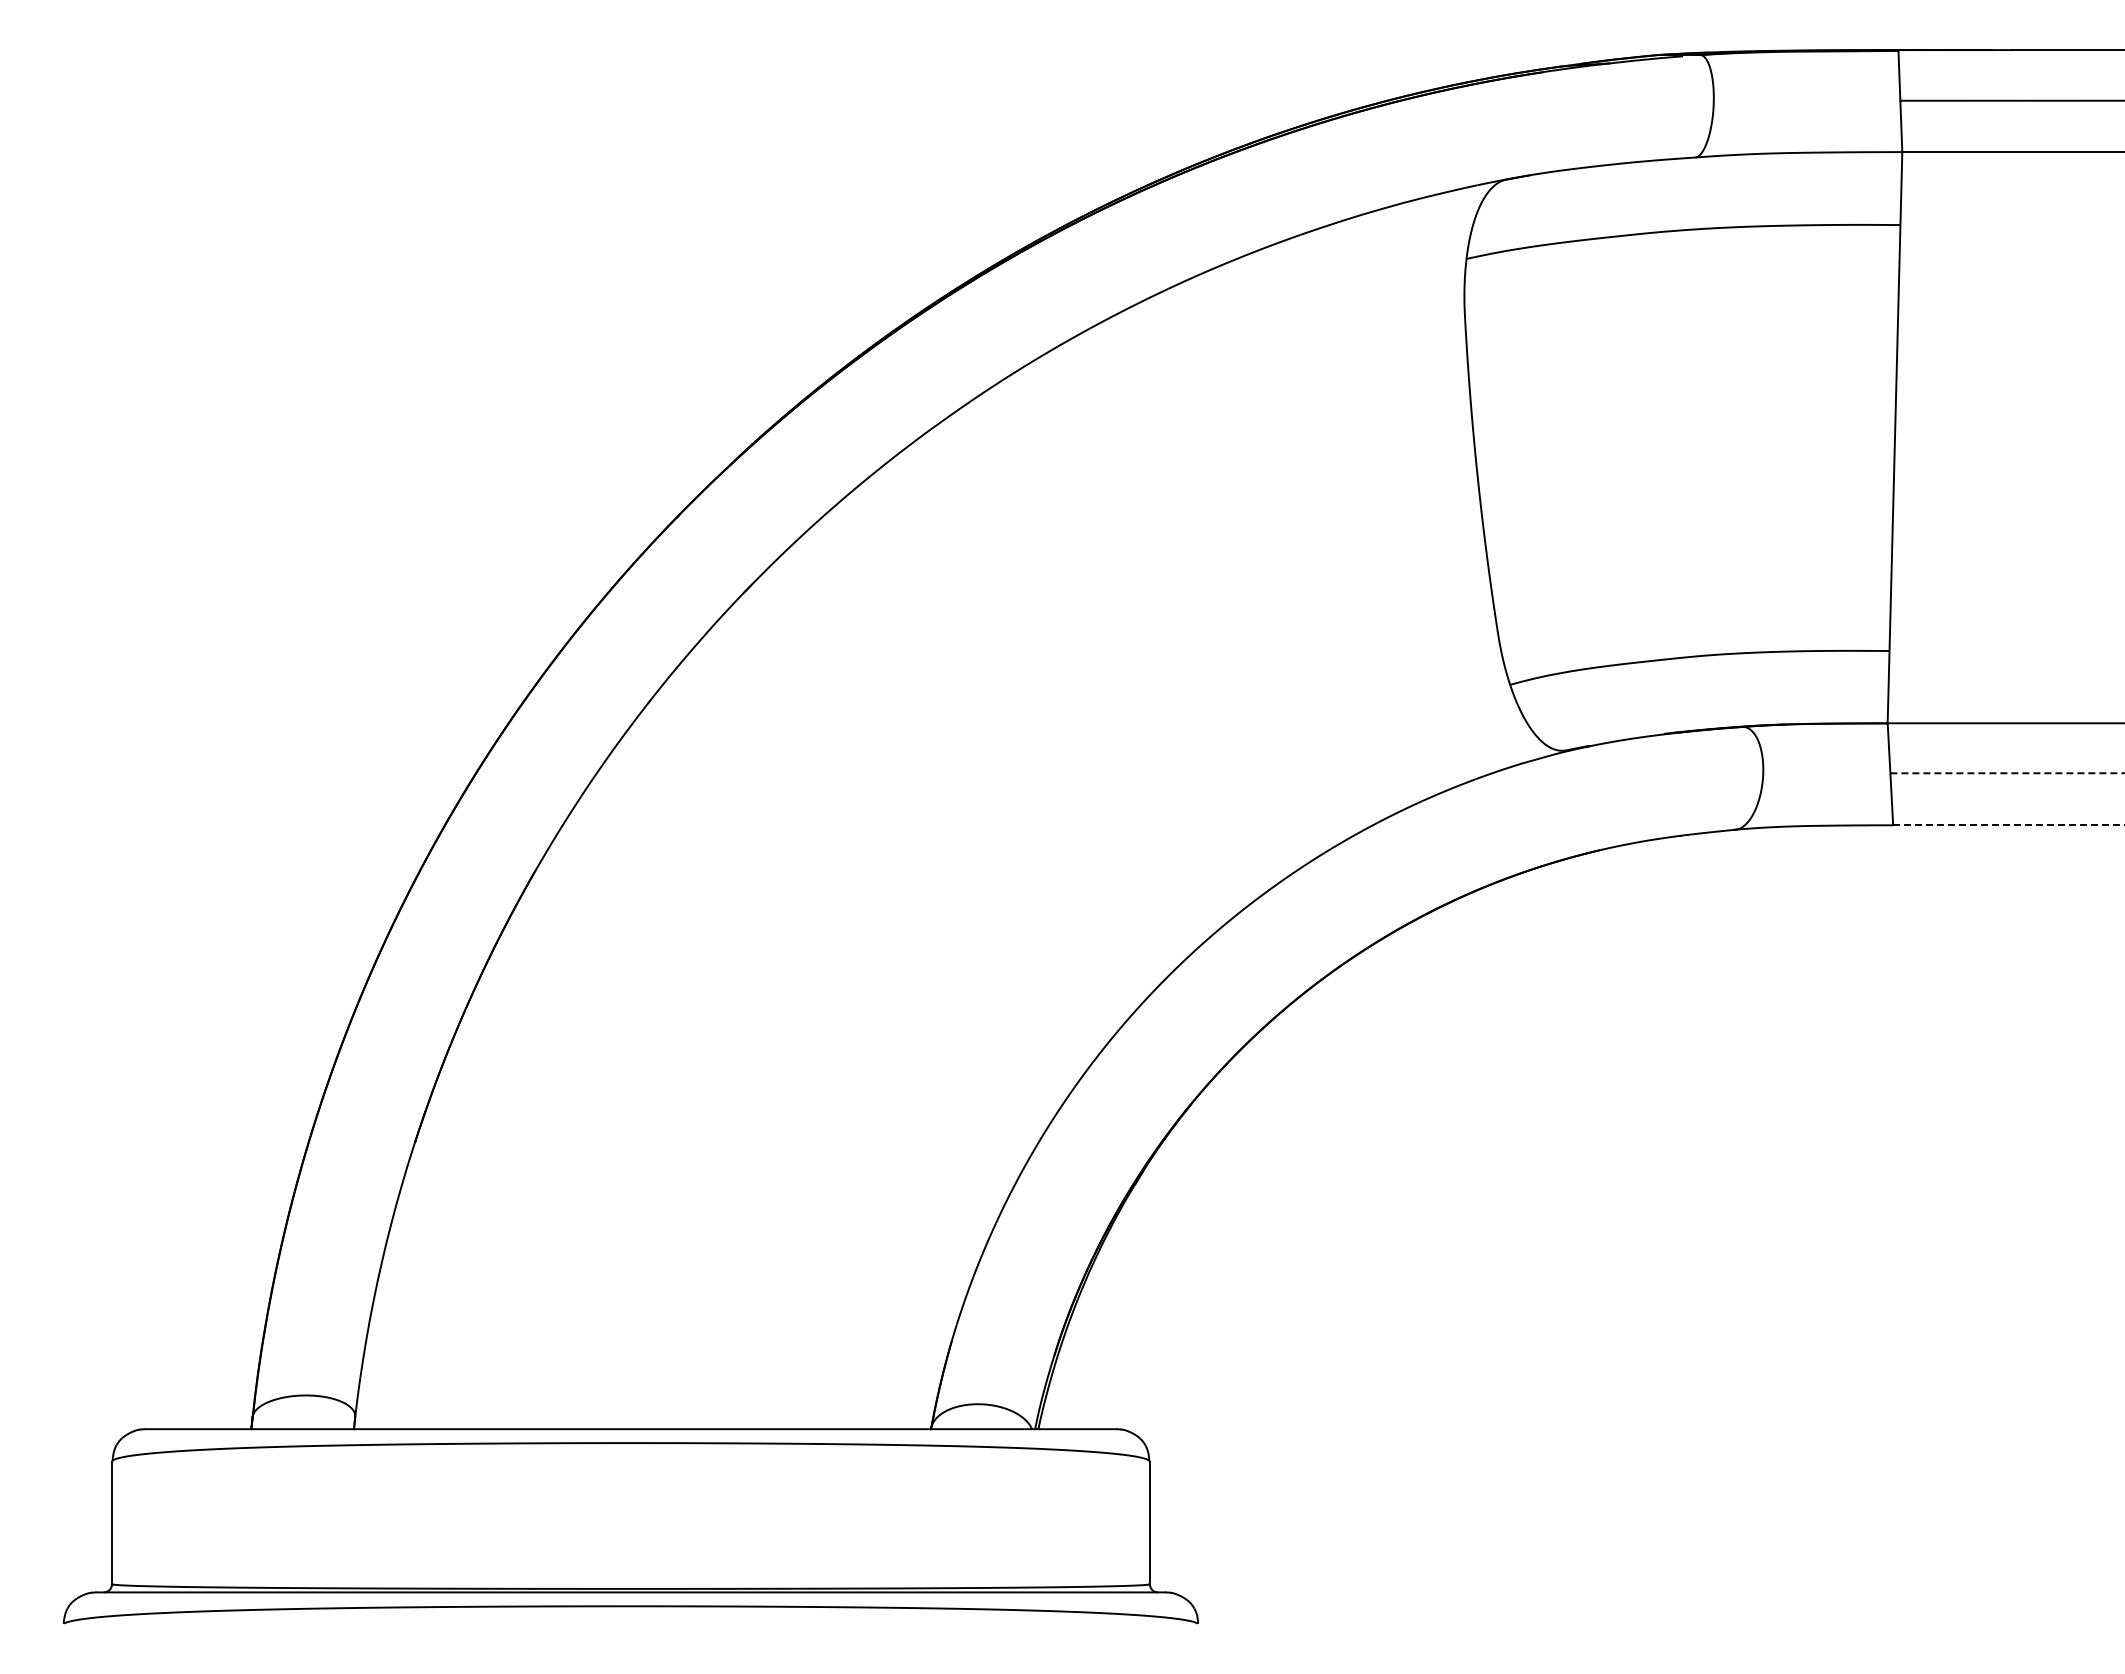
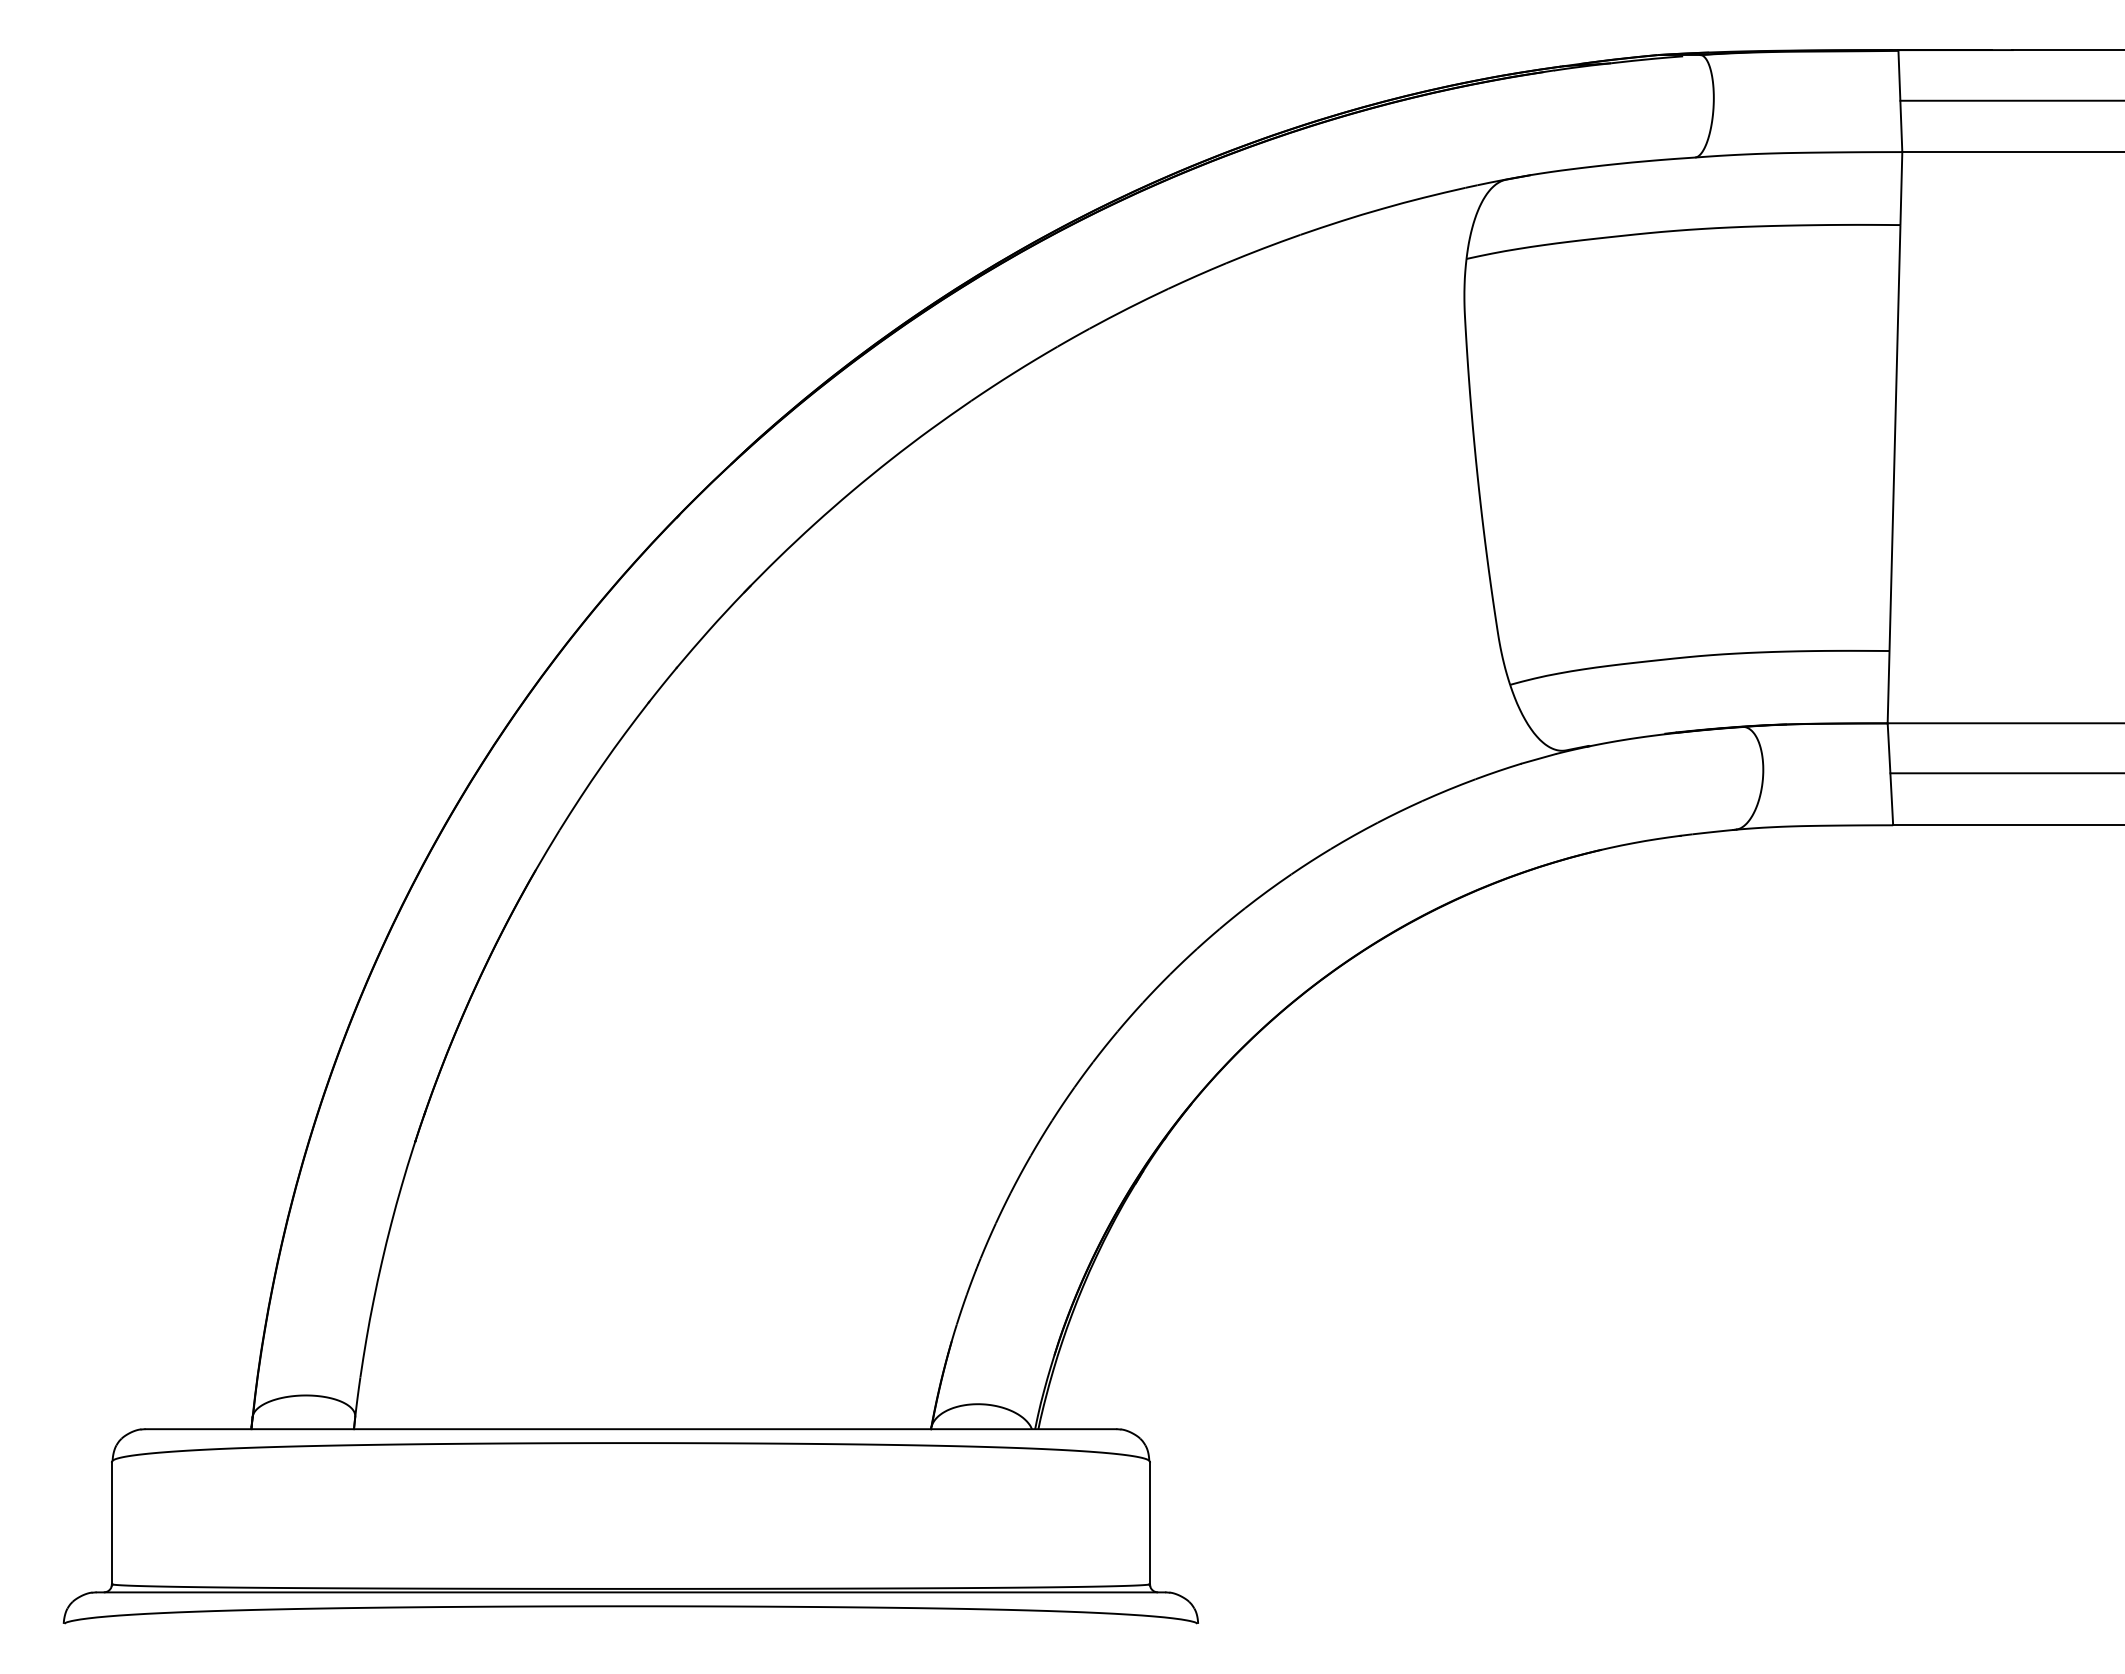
line at (2007, 773): dashed -> solid
line at (2009, 825): dashed -> solid
